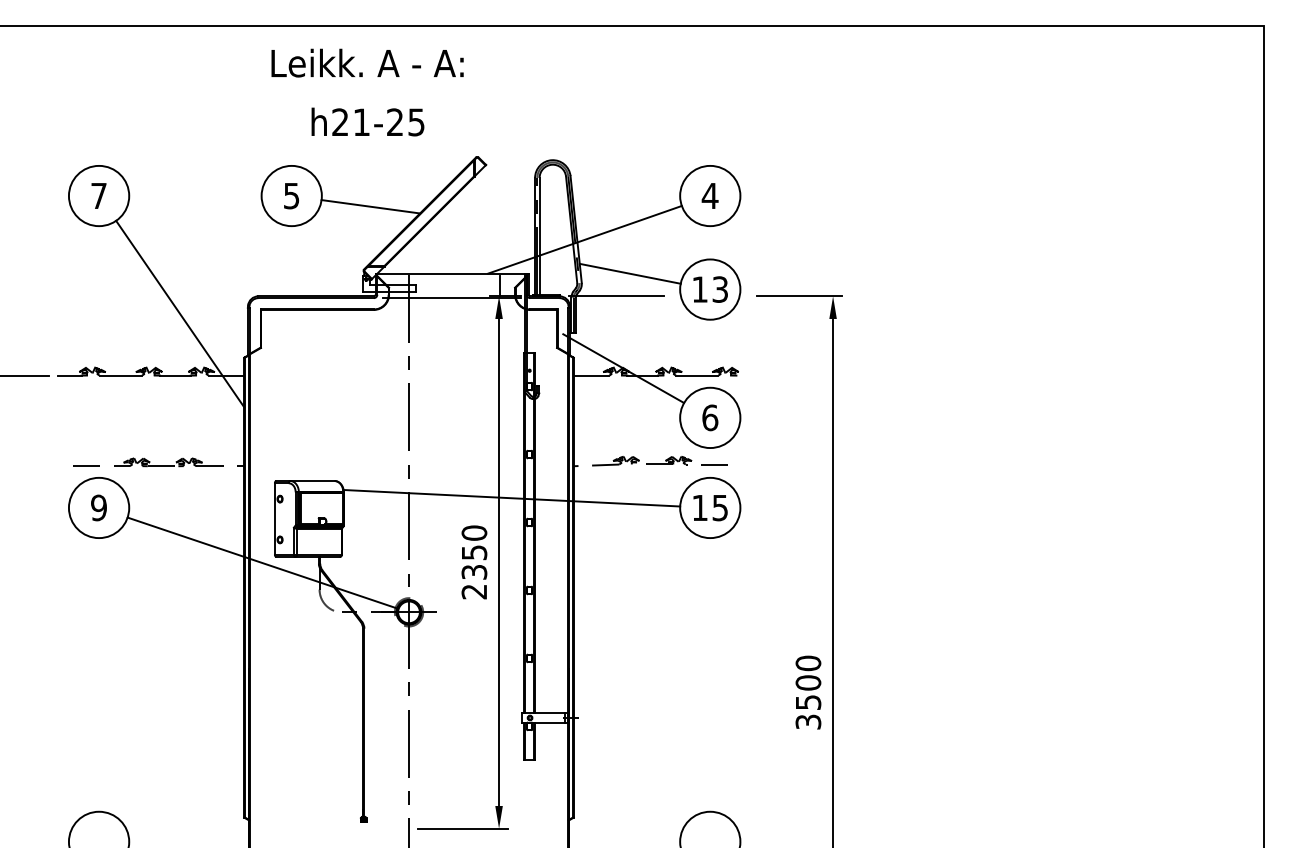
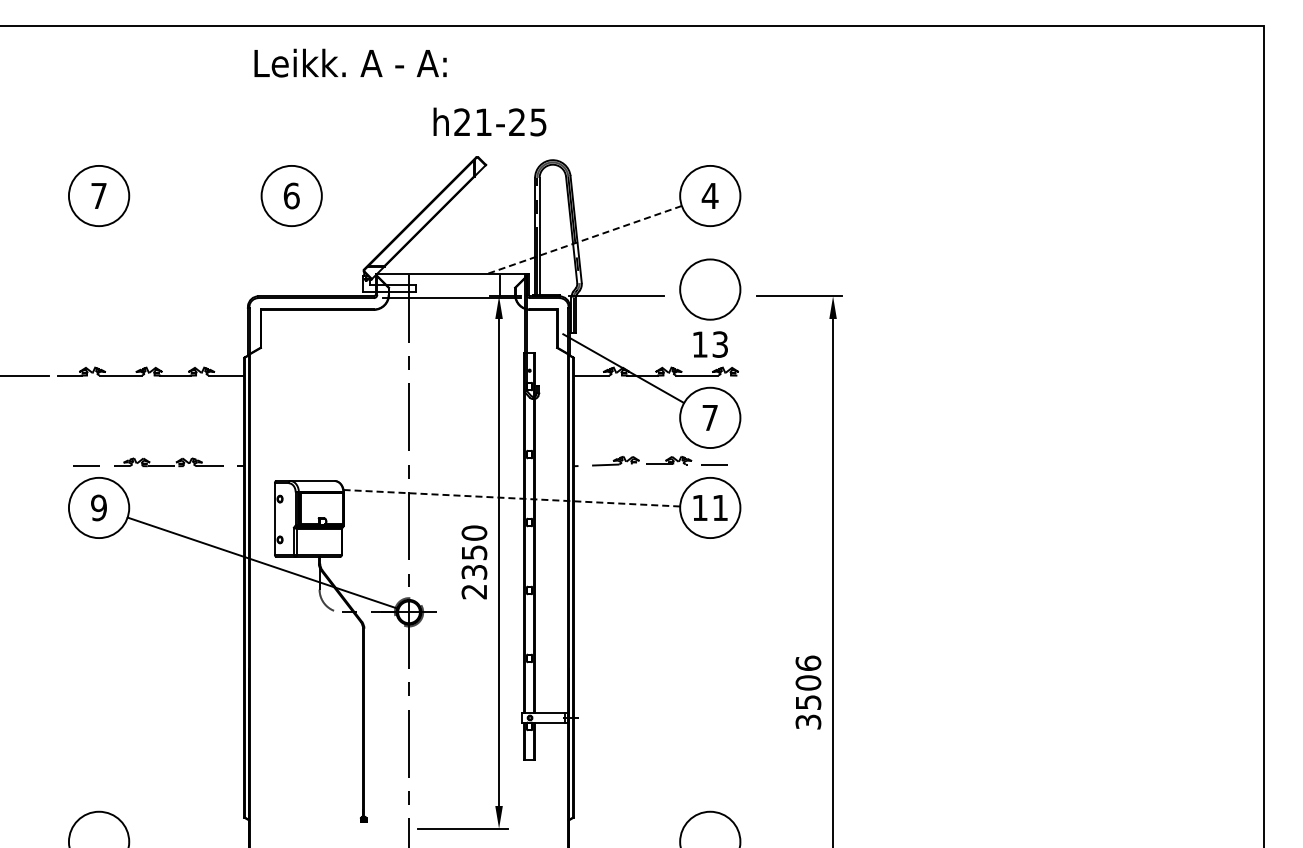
text at (367, 62) position: (367, 62) -> (350, 62)
text at (367, 121) position: (367, 121) -> (489, 121)
text at (291, 195): 5 -> 6
line at (370, 206): present -> none
line at (584, 239): solid -> dashed
line at (629, 273): present -> none
text at (710, 289) position: (710, 289) -> (710, 344)
line at (180, 313): present -> none
text at (710, 417): 6 -> 7
line at (511, 498): solid -> dashed
text at (719, 508): 15 -> 11
text at (808, 663): 3500 -> 3506
